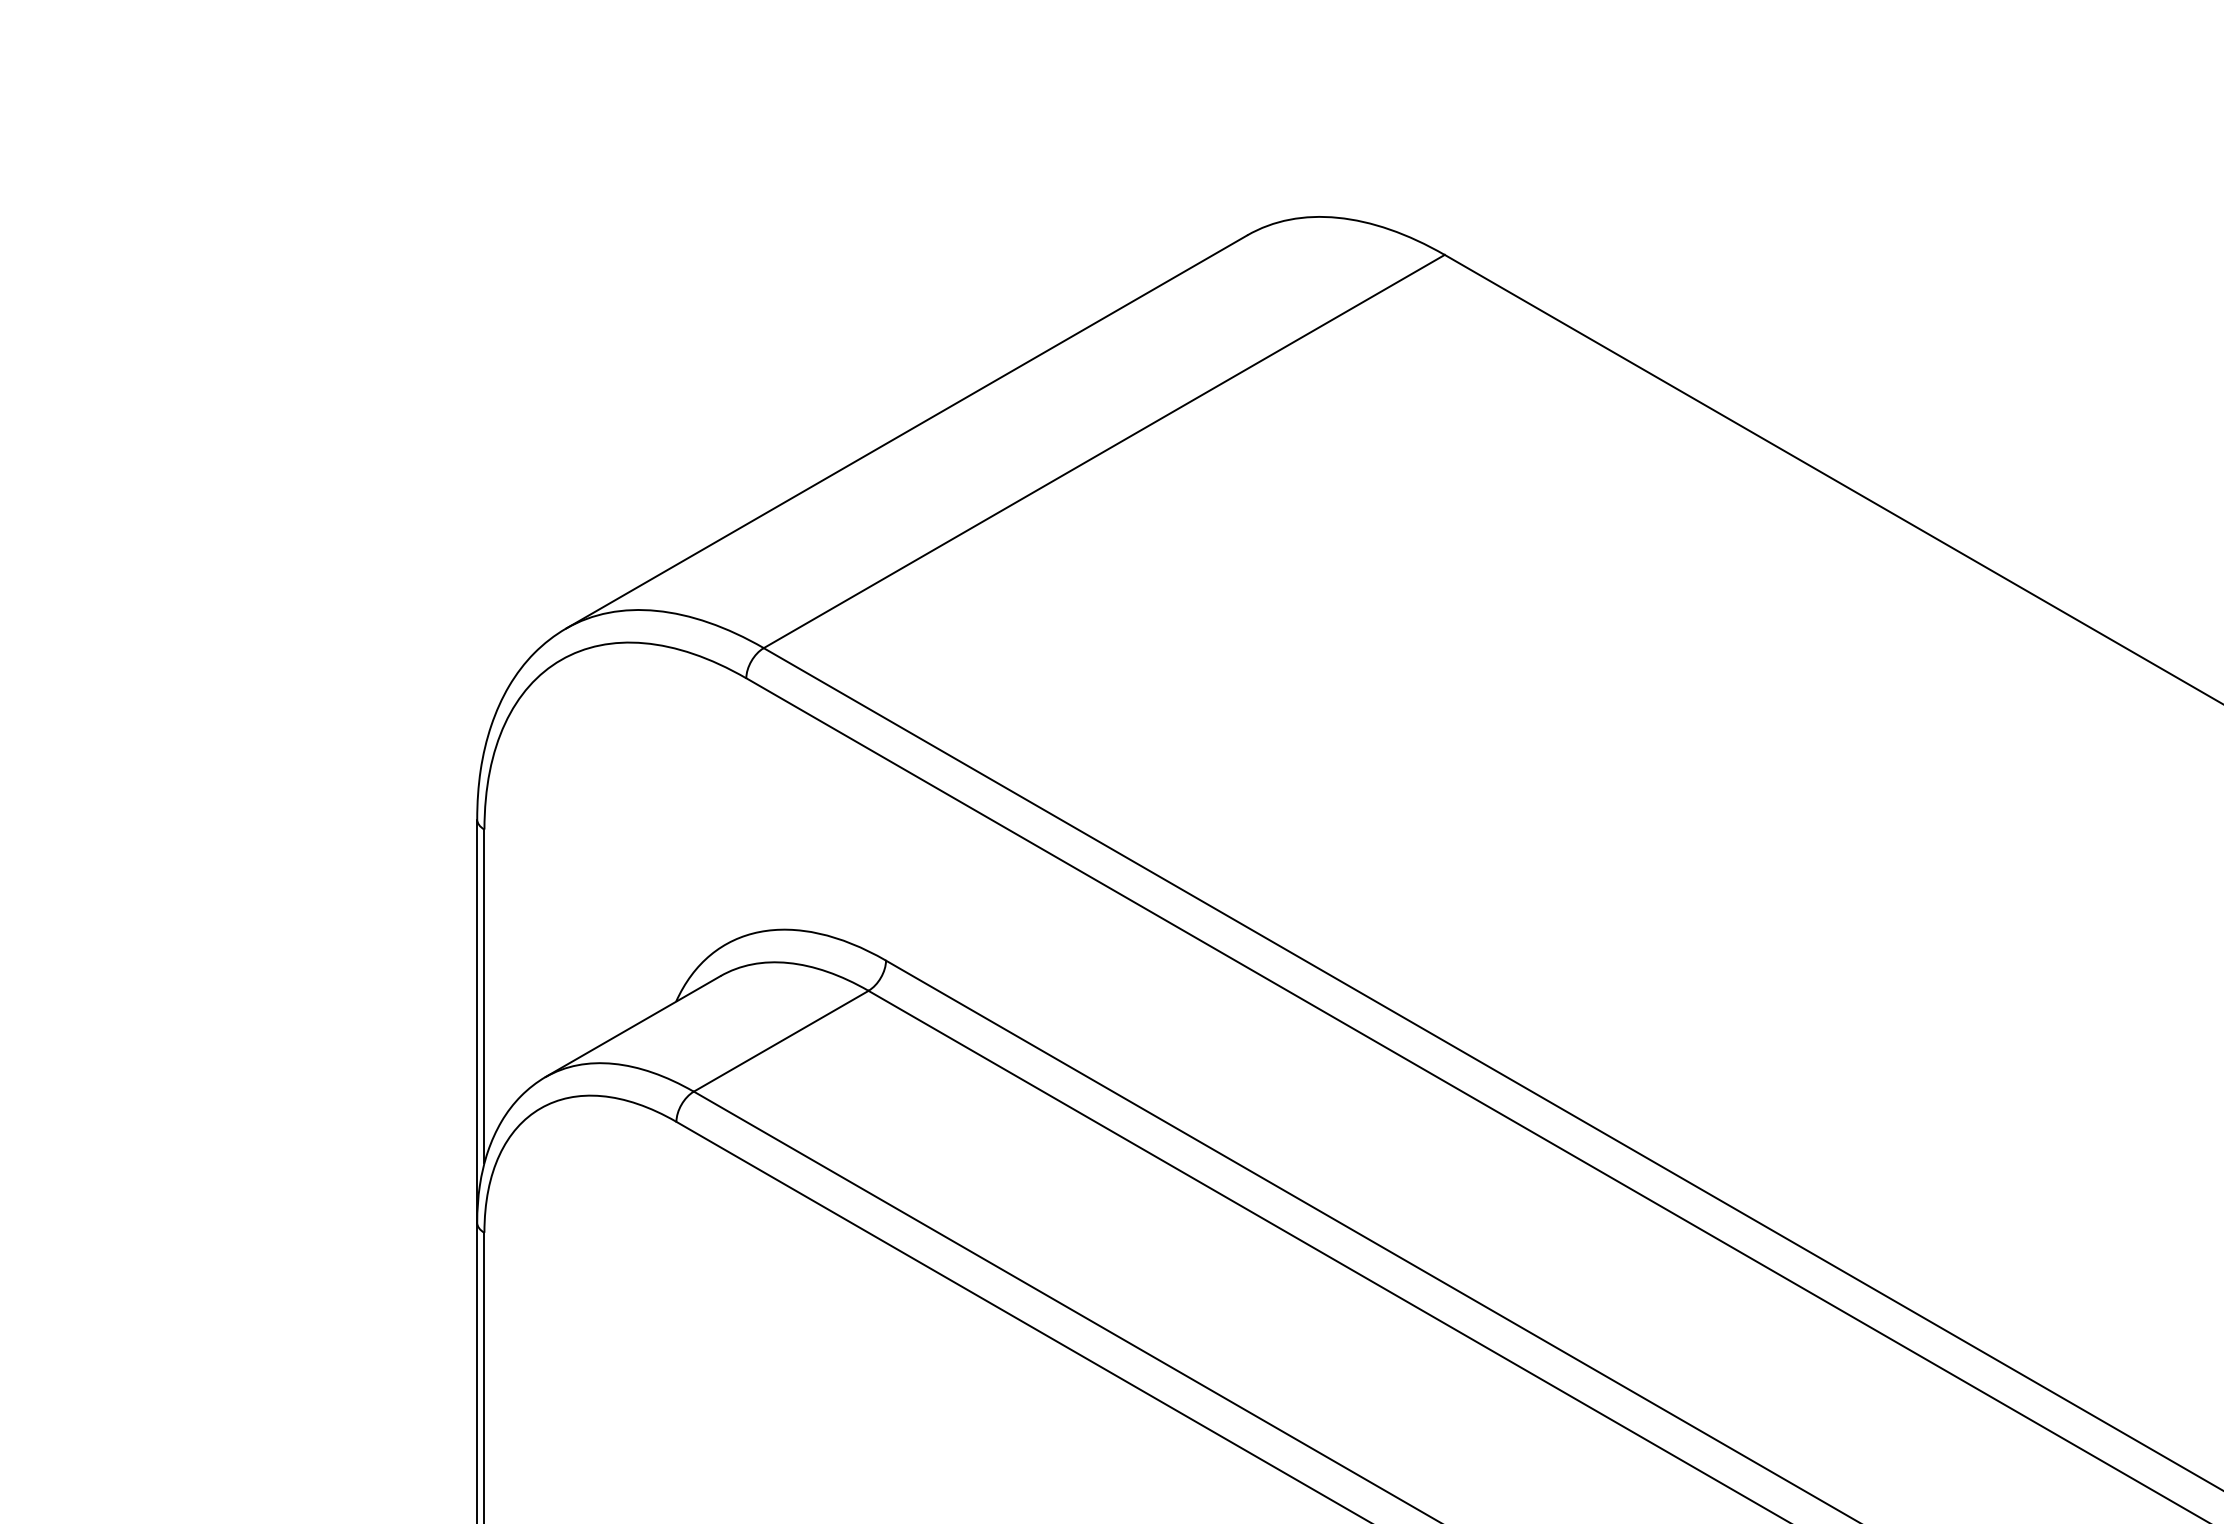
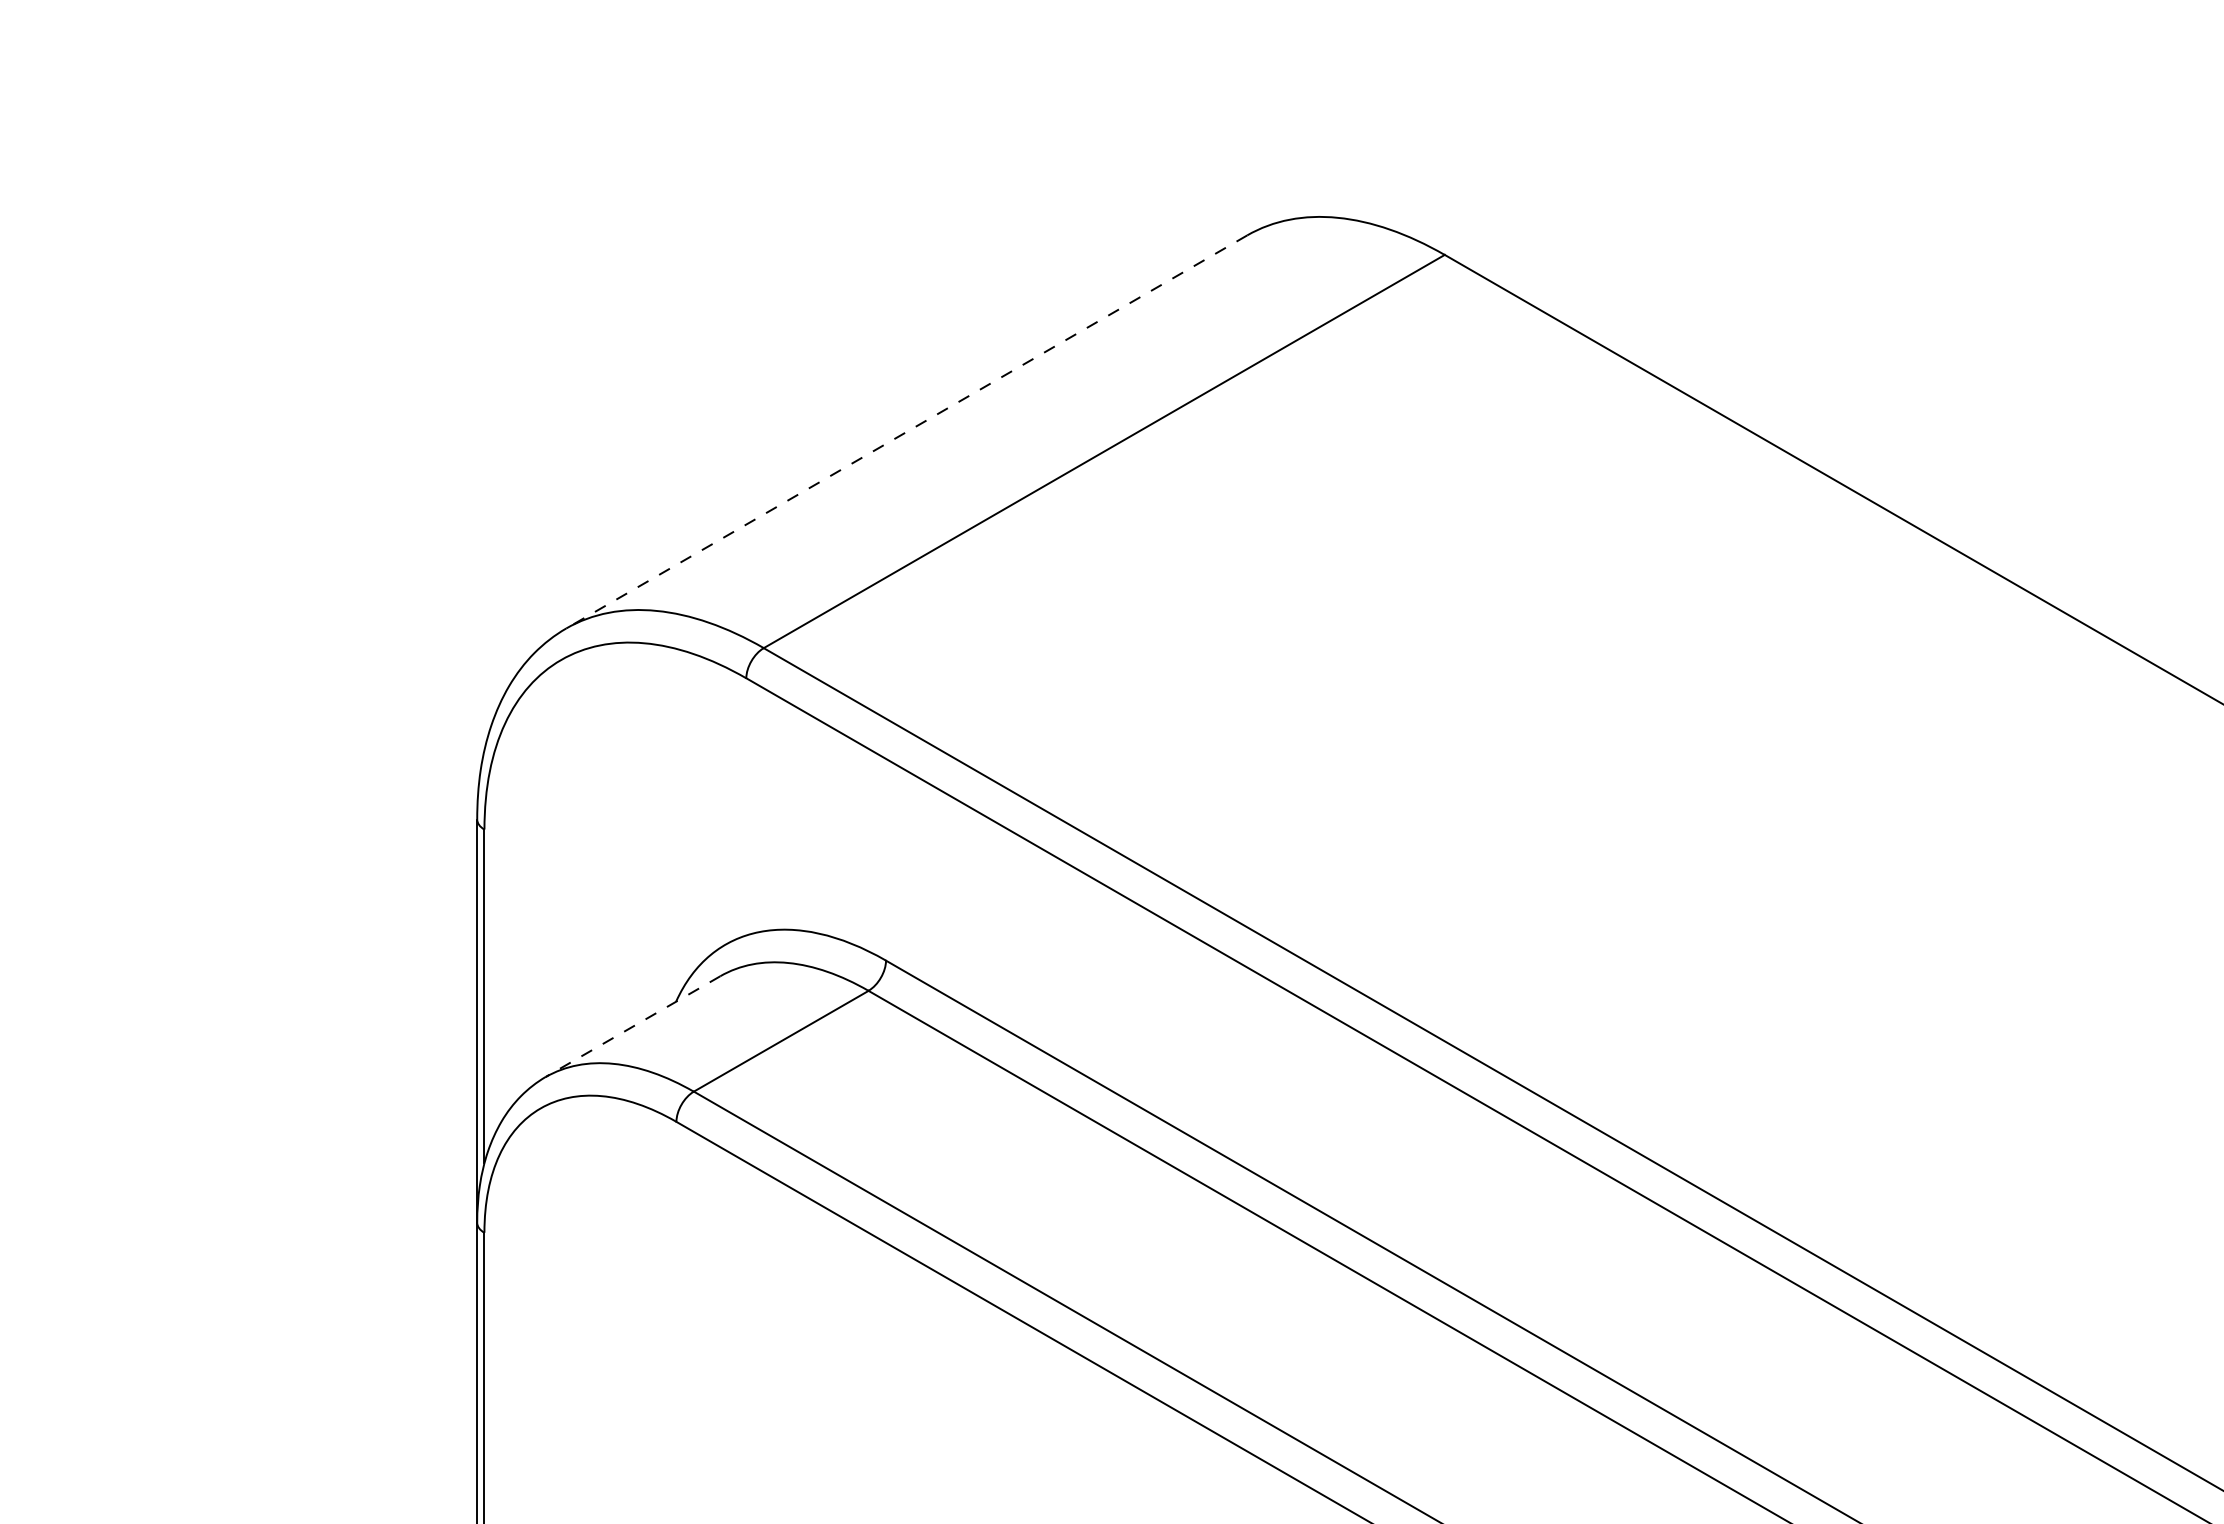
line at (906, 432): solid -> dashed
line at (633, 1026): solid -> dashed
